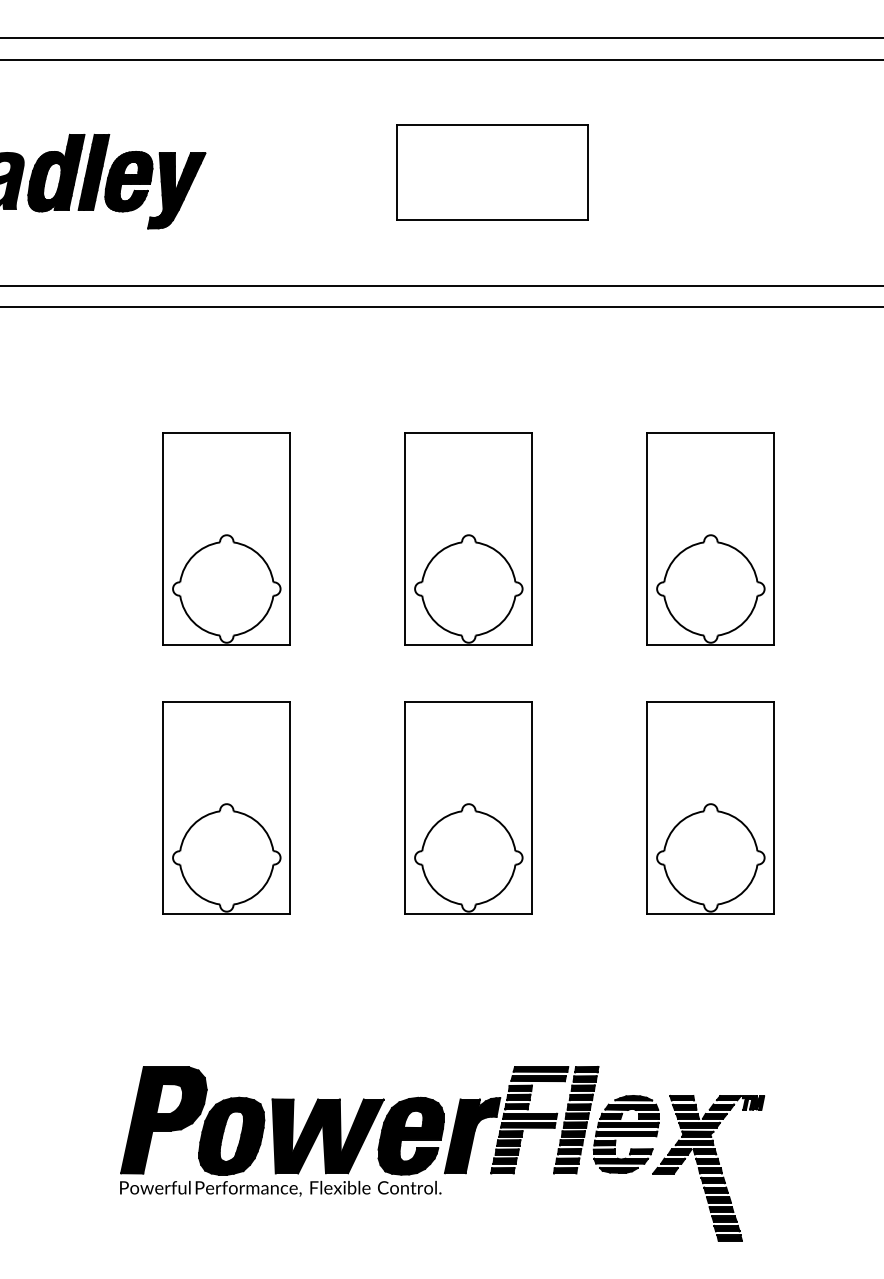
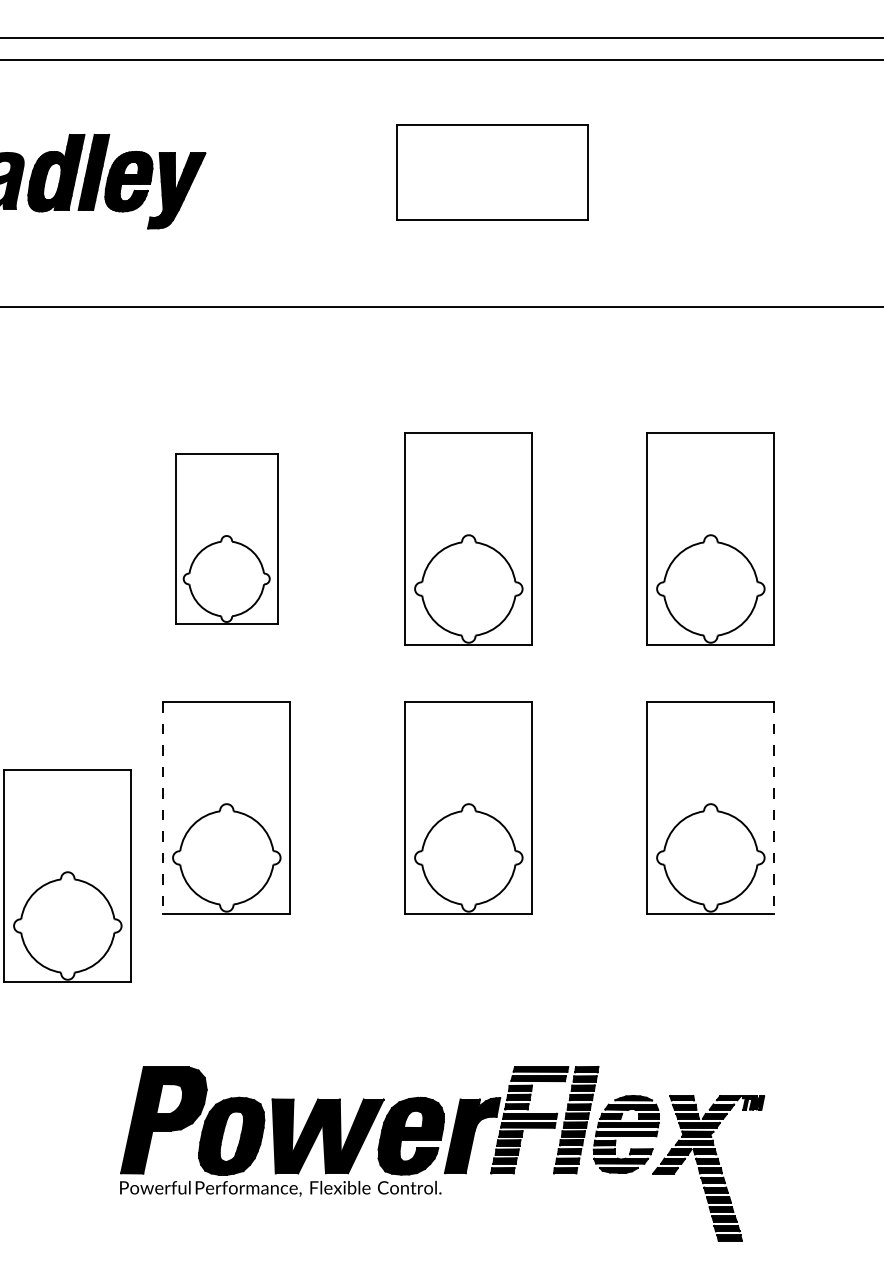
line at (441, 285): present -> none
part at (226, 538) size: 129x214 px -> 104x172 px
line at (163, 807): solid -> dashed
line at (774, 807): solid -> dashed
part at (67, 875): none -> present
